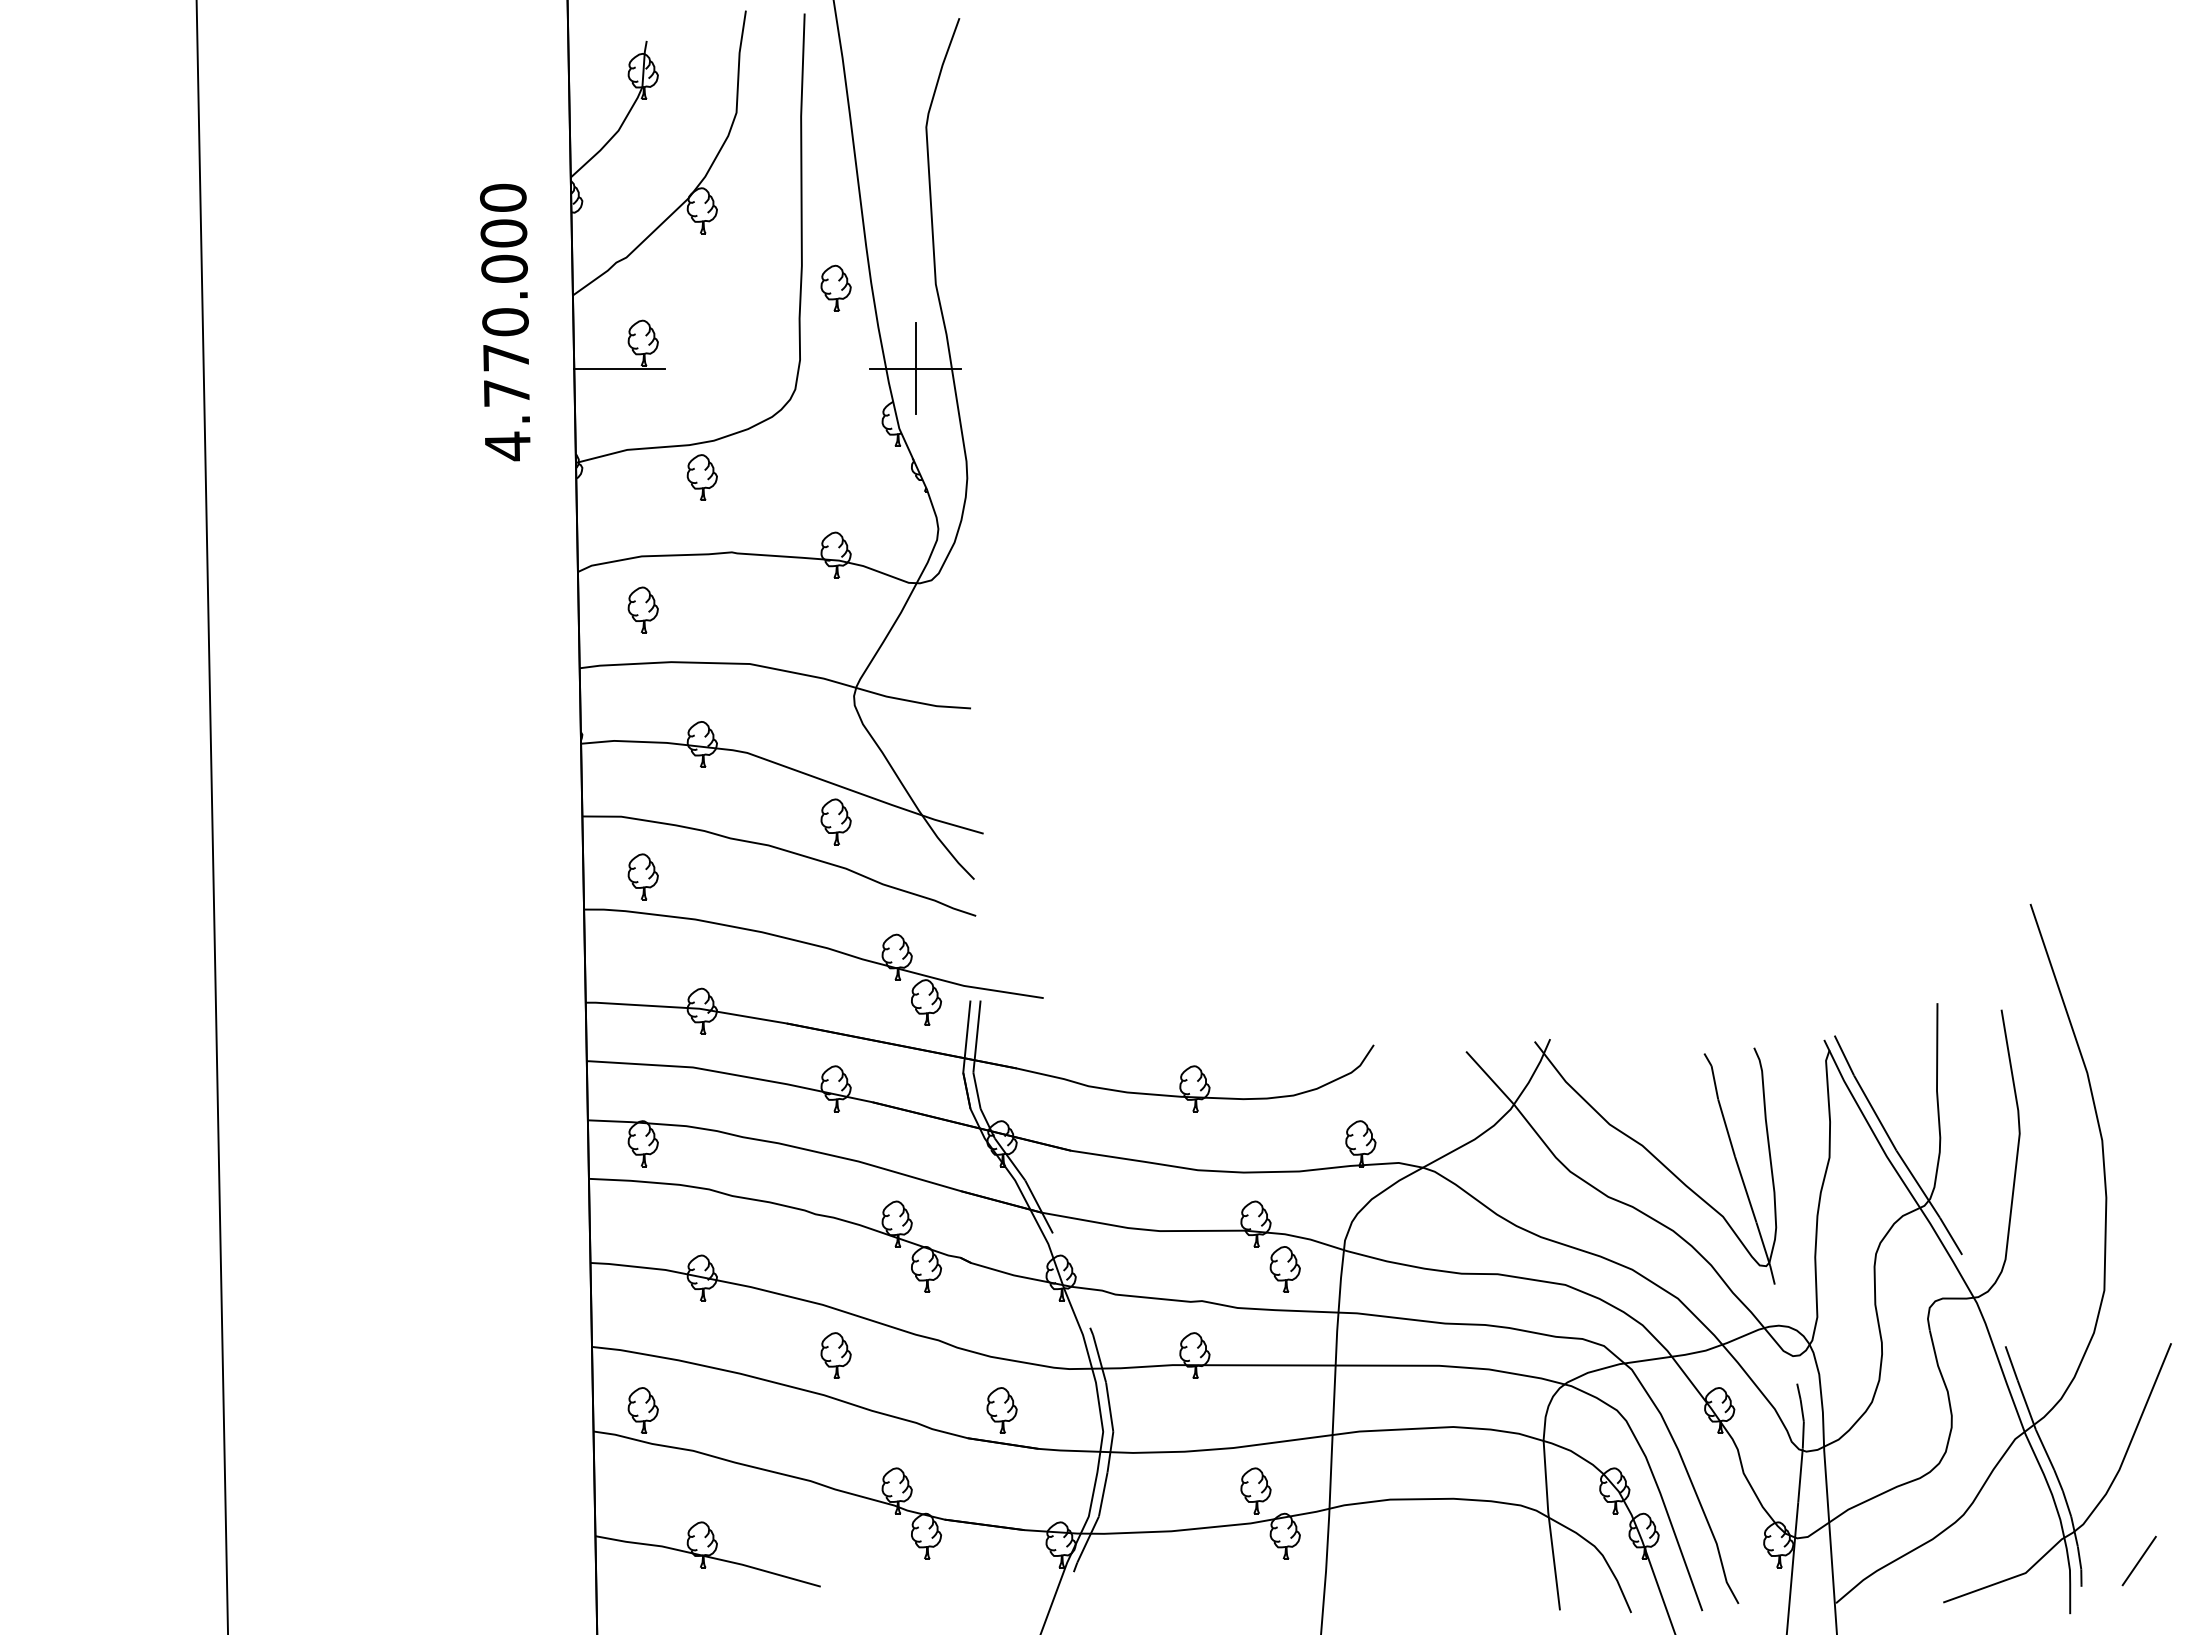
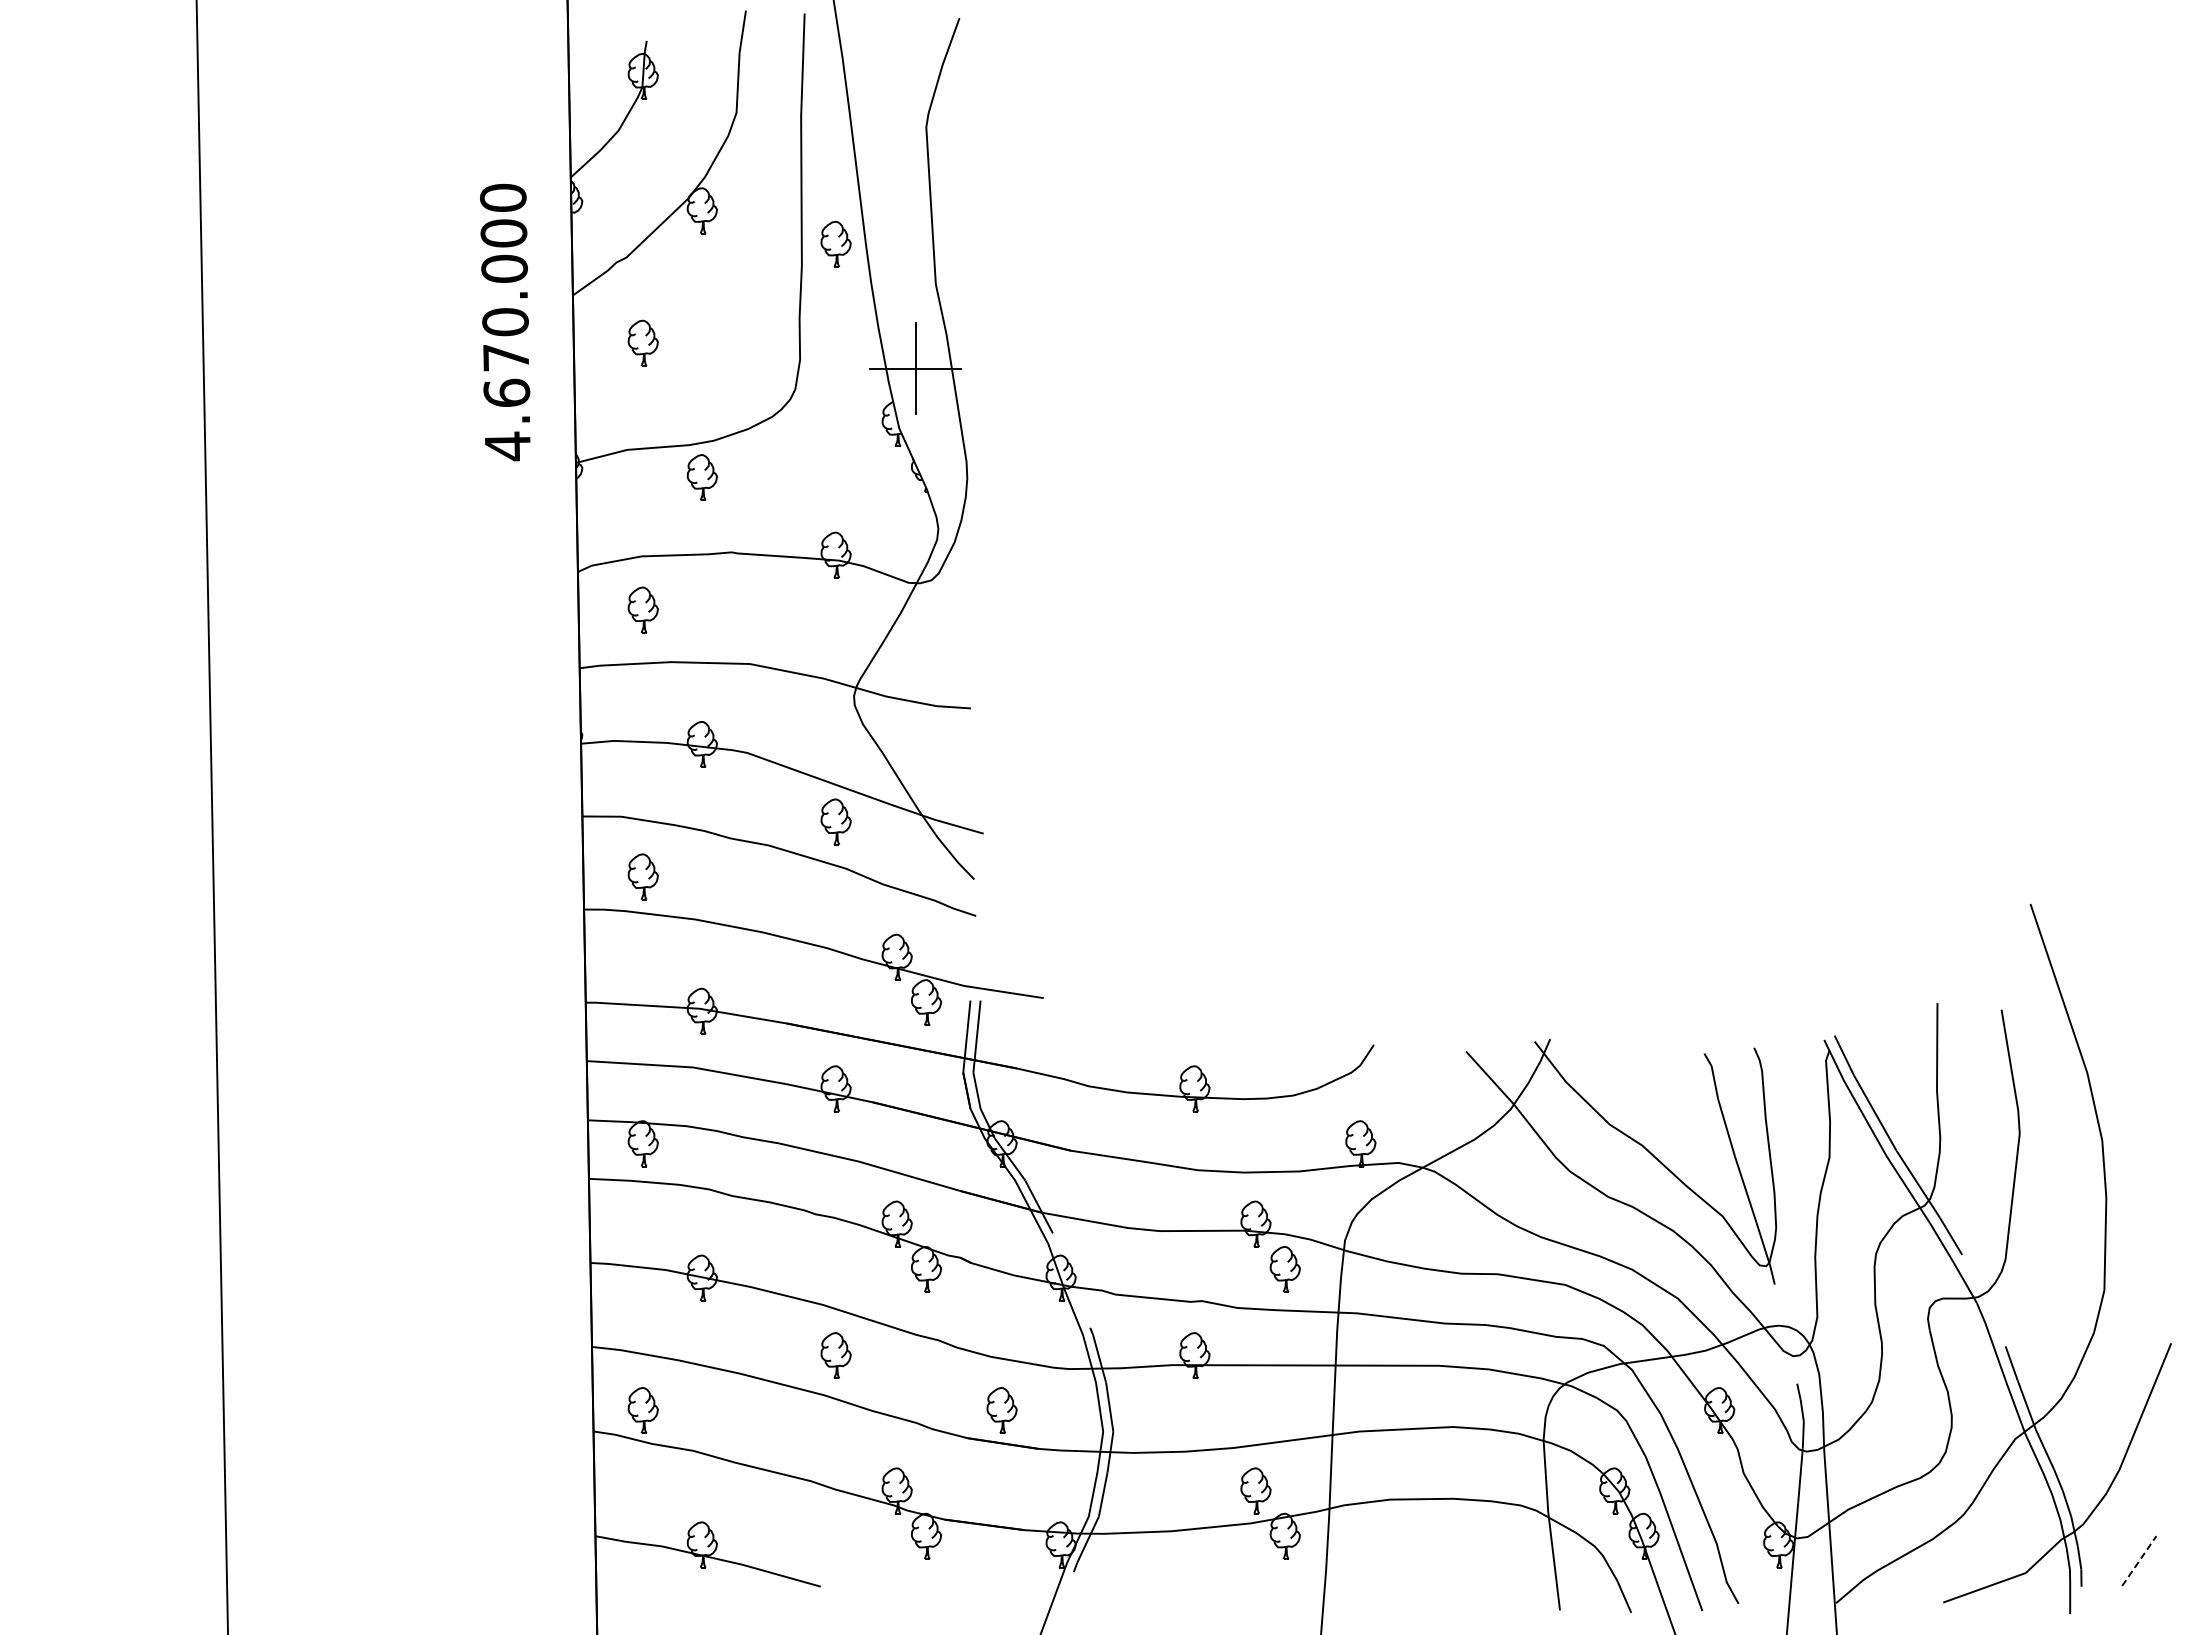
part at (835, 287) position: (835, 287) -> (835, 243)
line at (619, 368): present -> none
text at (506, 392): 4.770.000 -> 4.670.000
line at (2139, 1560): solid -> dashed
